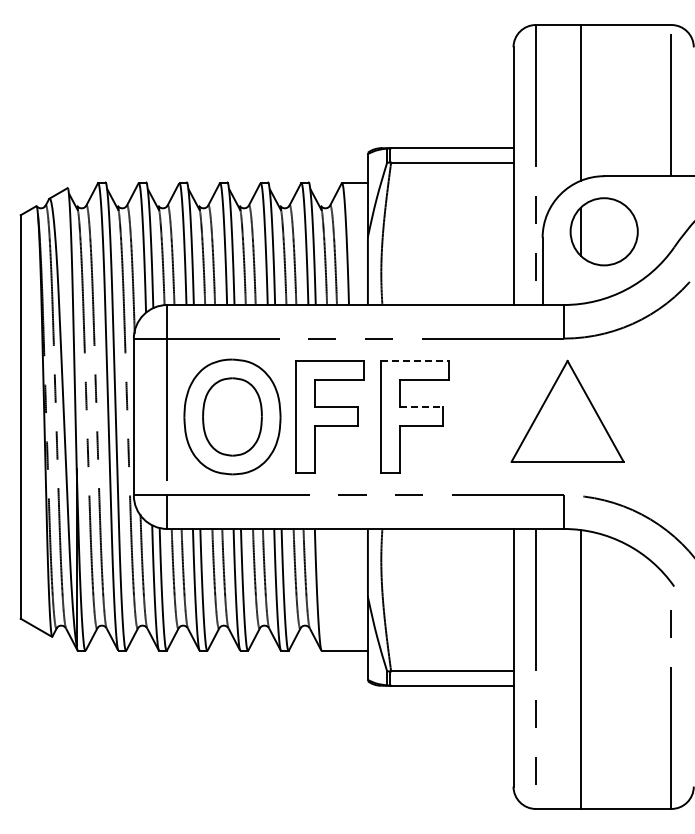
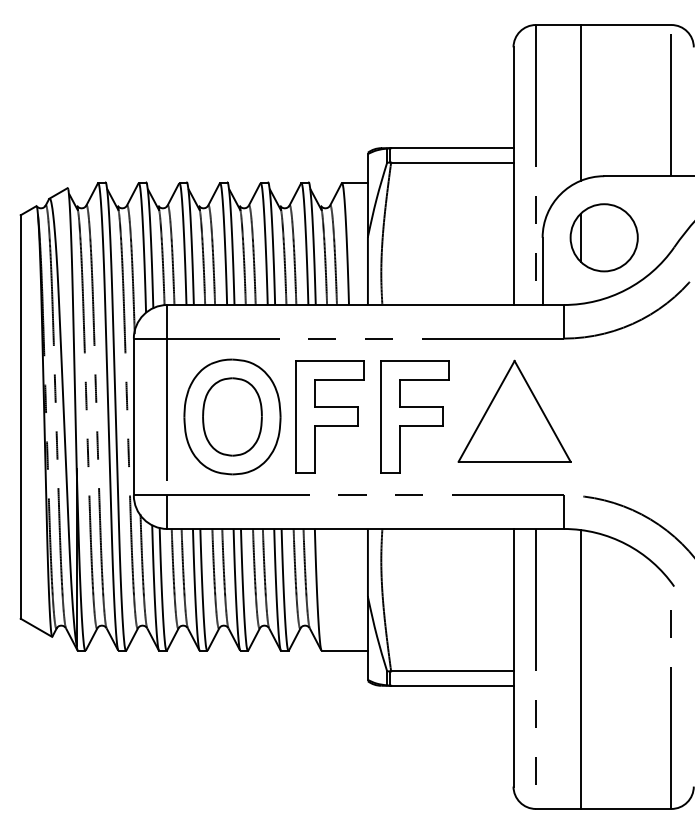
part at (603, 231) position: (603, 231) -> (603, 237)
line at (414, 361): dashed -> solid
line at (421, 406): dashed -> solid
part at (567, 410) position: (567, 410) -> (514, 410)
